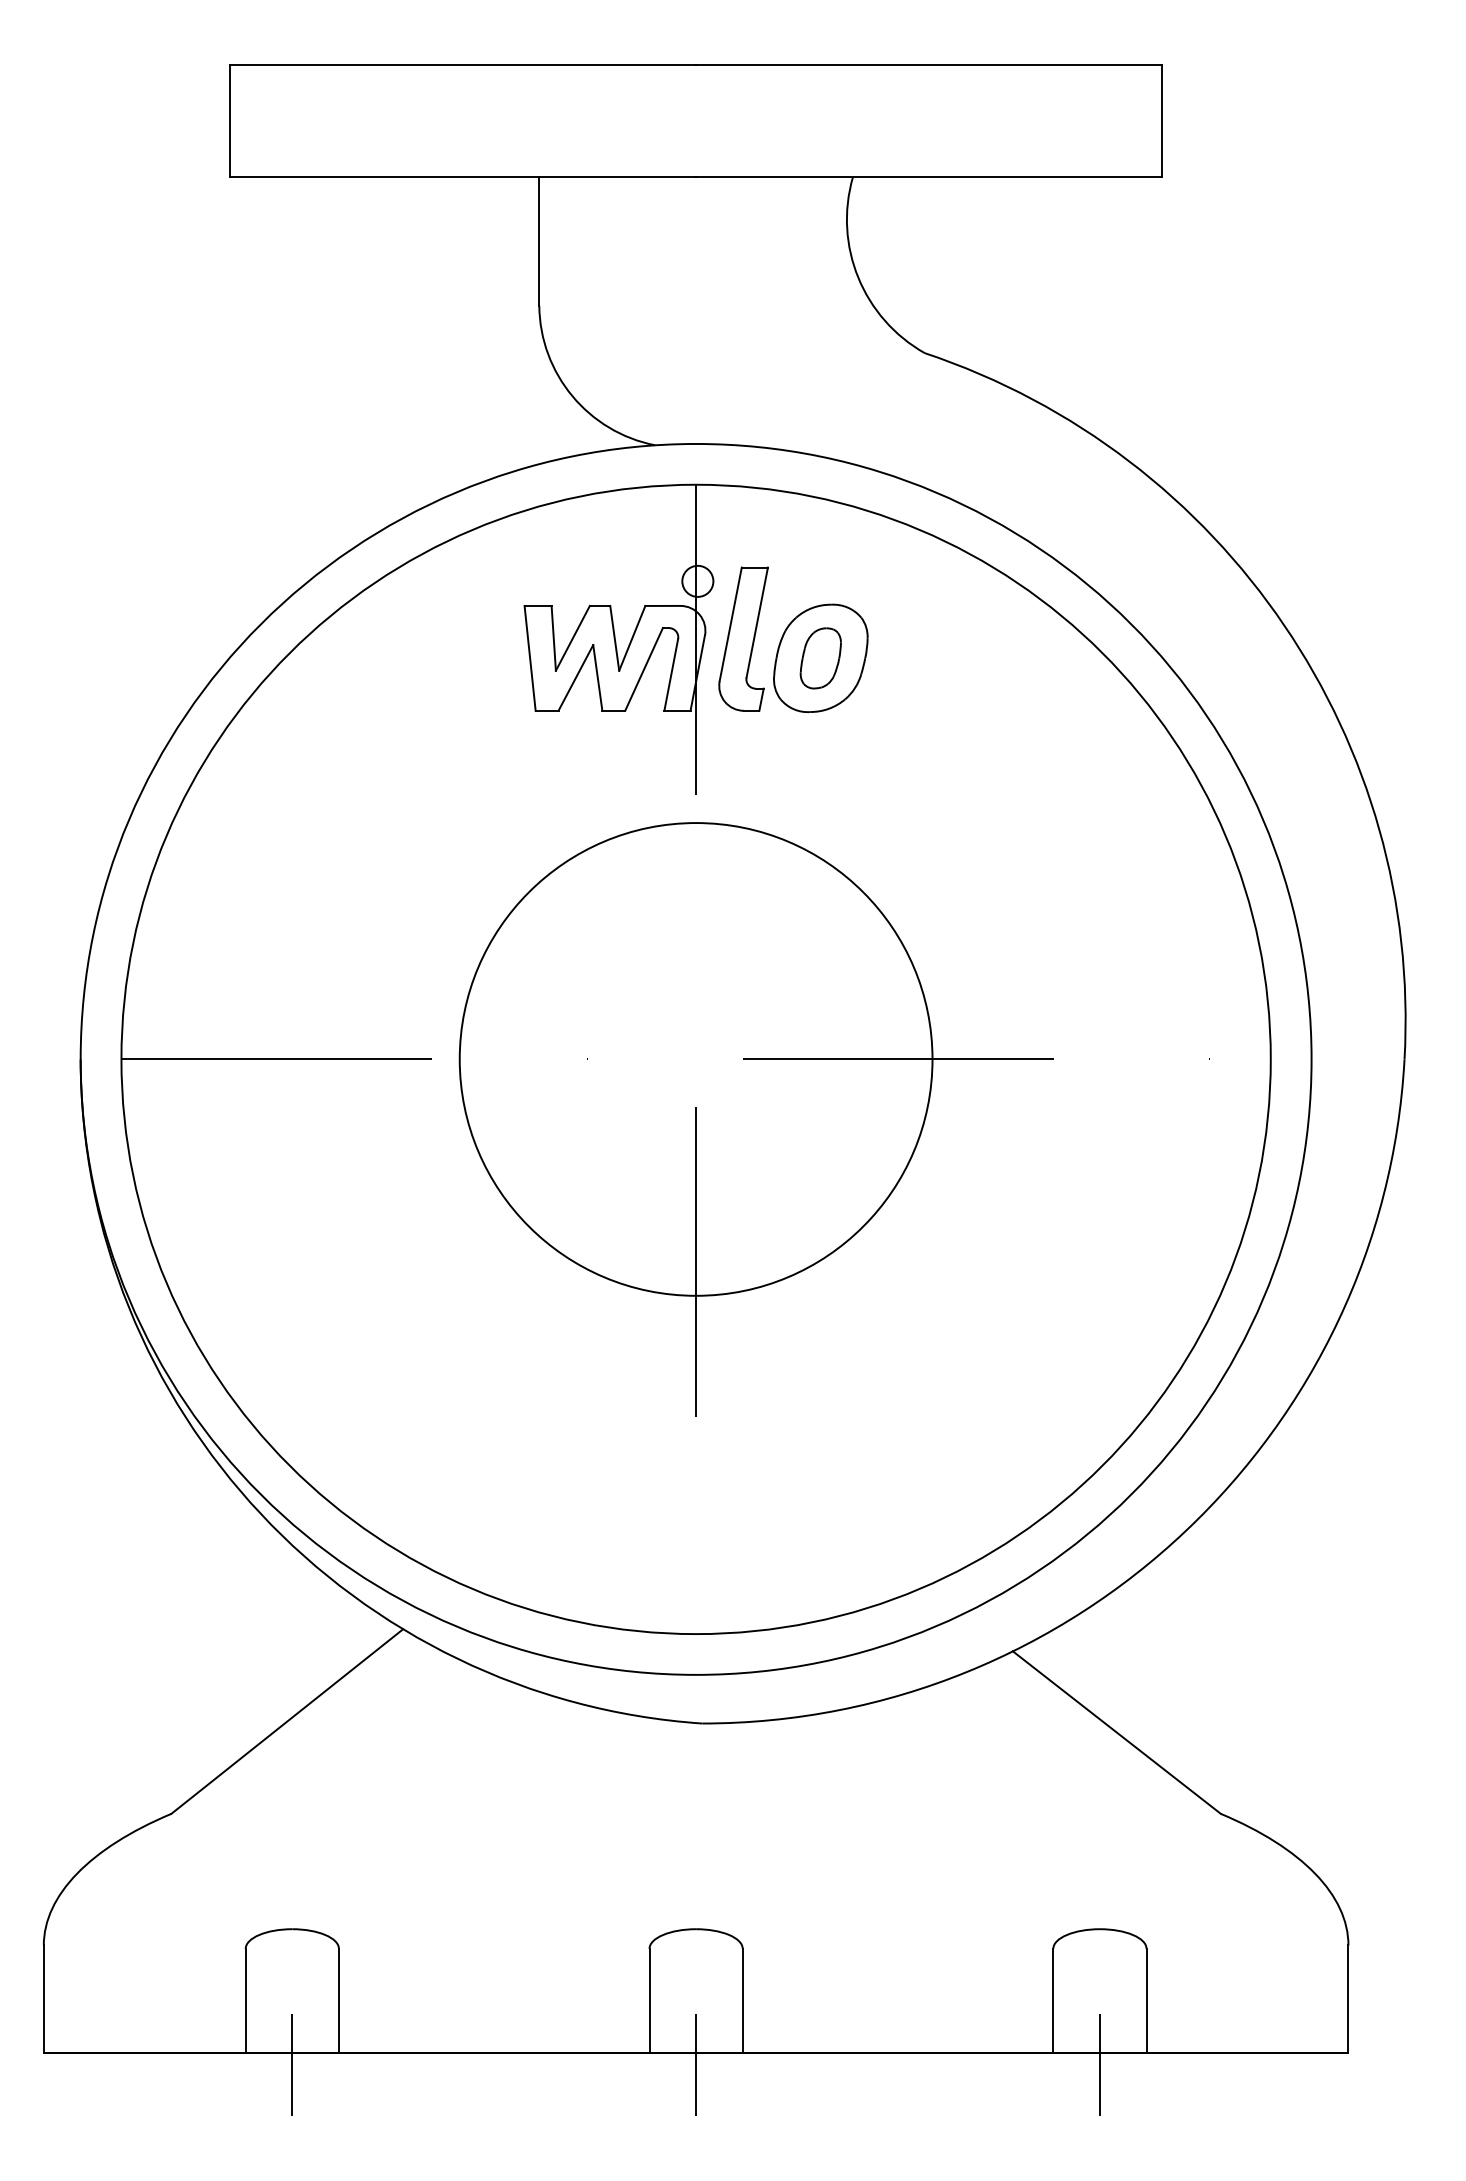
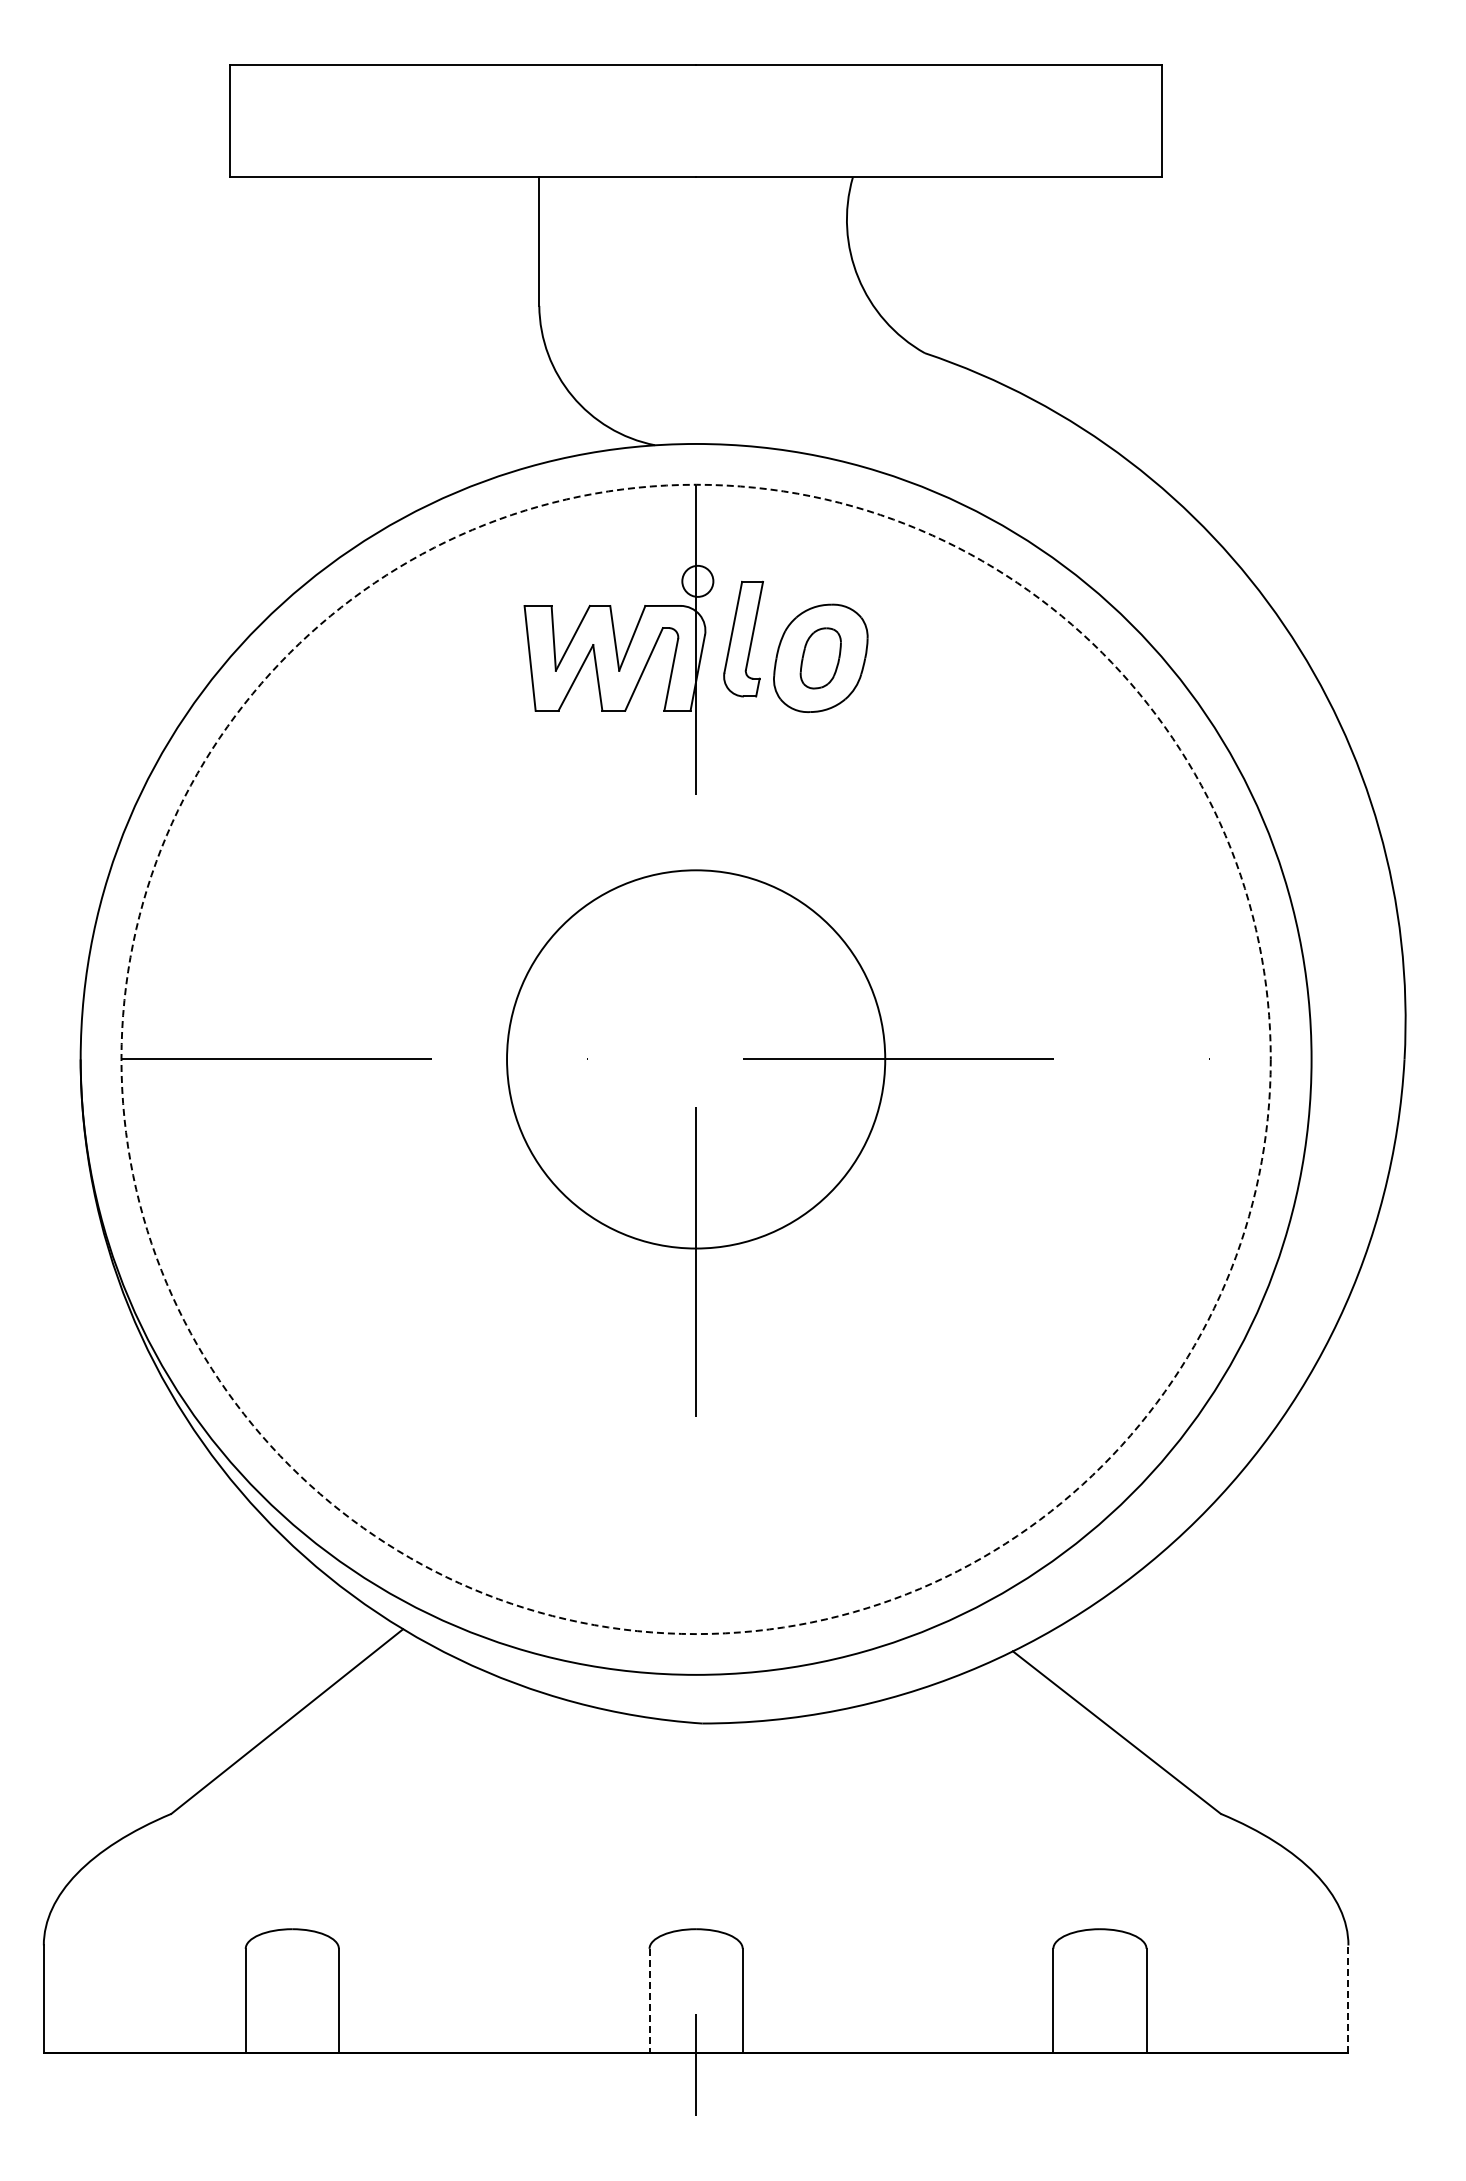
part at (743, 638) size: 51x146 px -> 41x118 px
circle at (695, 1059) diameter: 473 px -> 378 px
circle at (695, 1059): solid -> dashed
line at (1348, 1999): solid -> dashed
line at (649, 2001): solid -> dashed
line at (292, 2064): present -> none
line at (1099, 2064): present -> none
